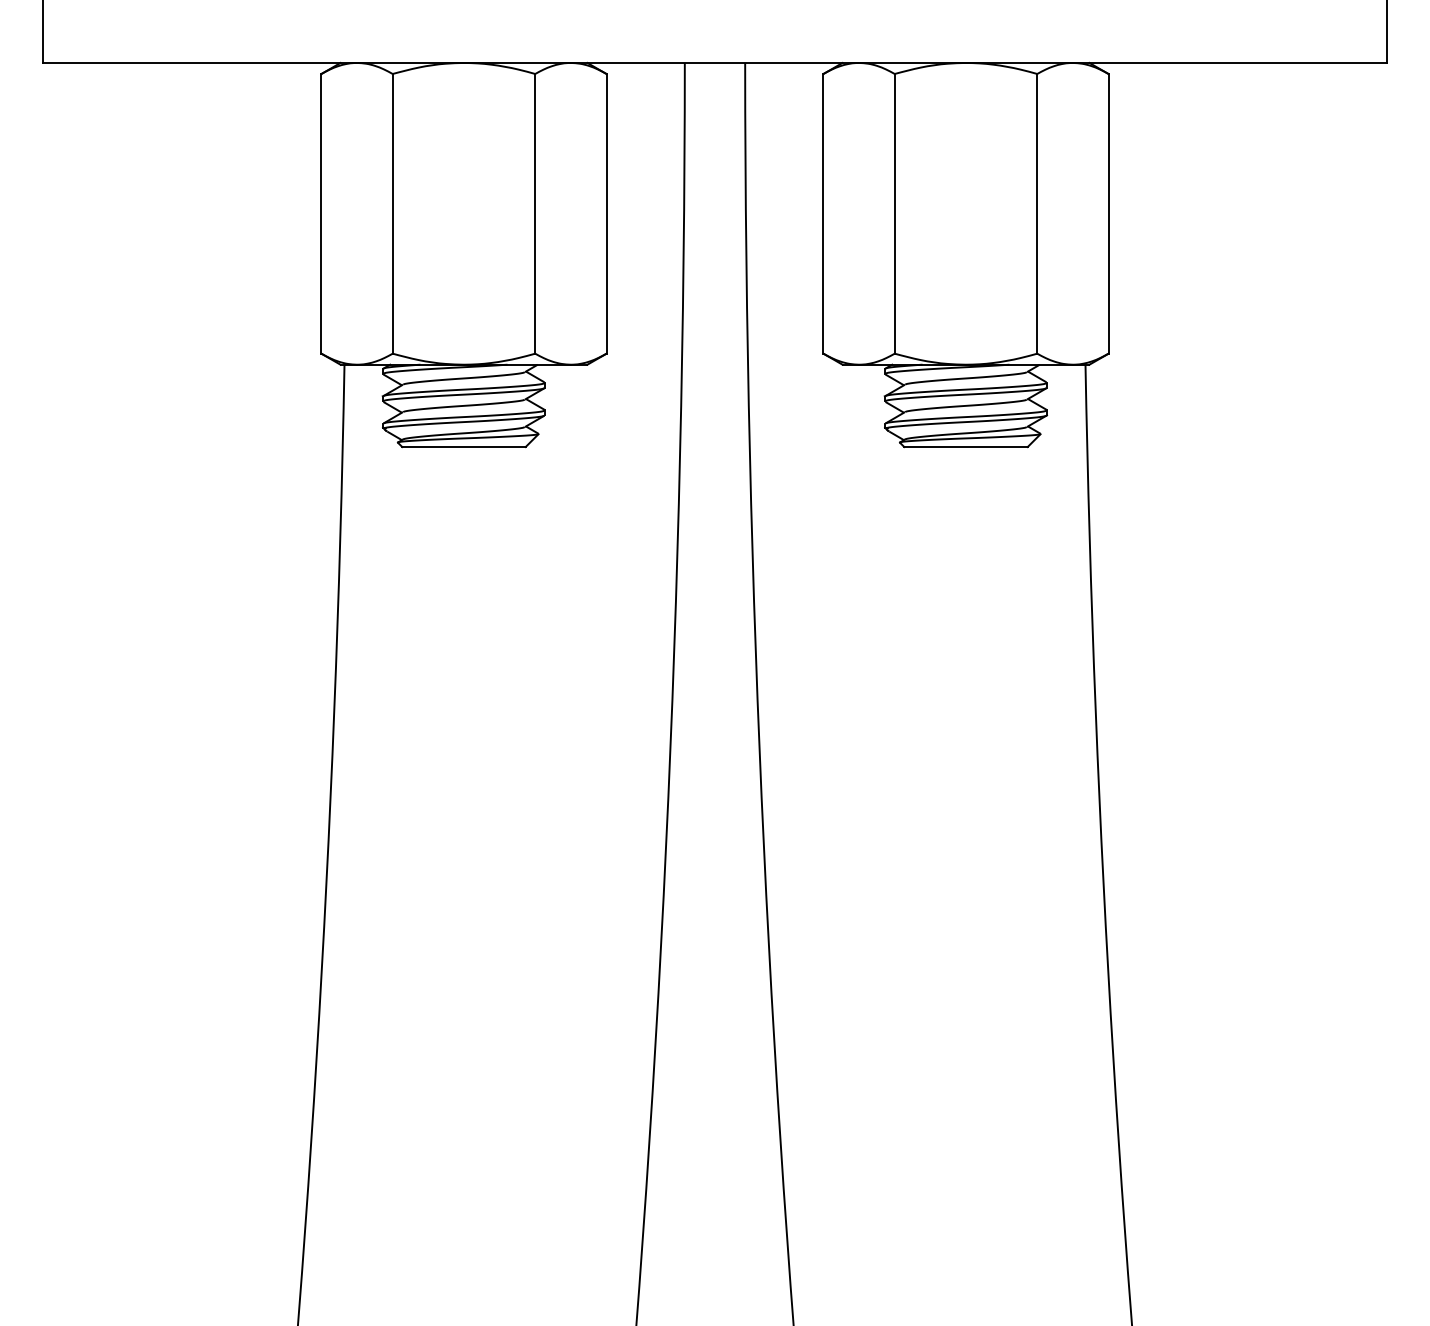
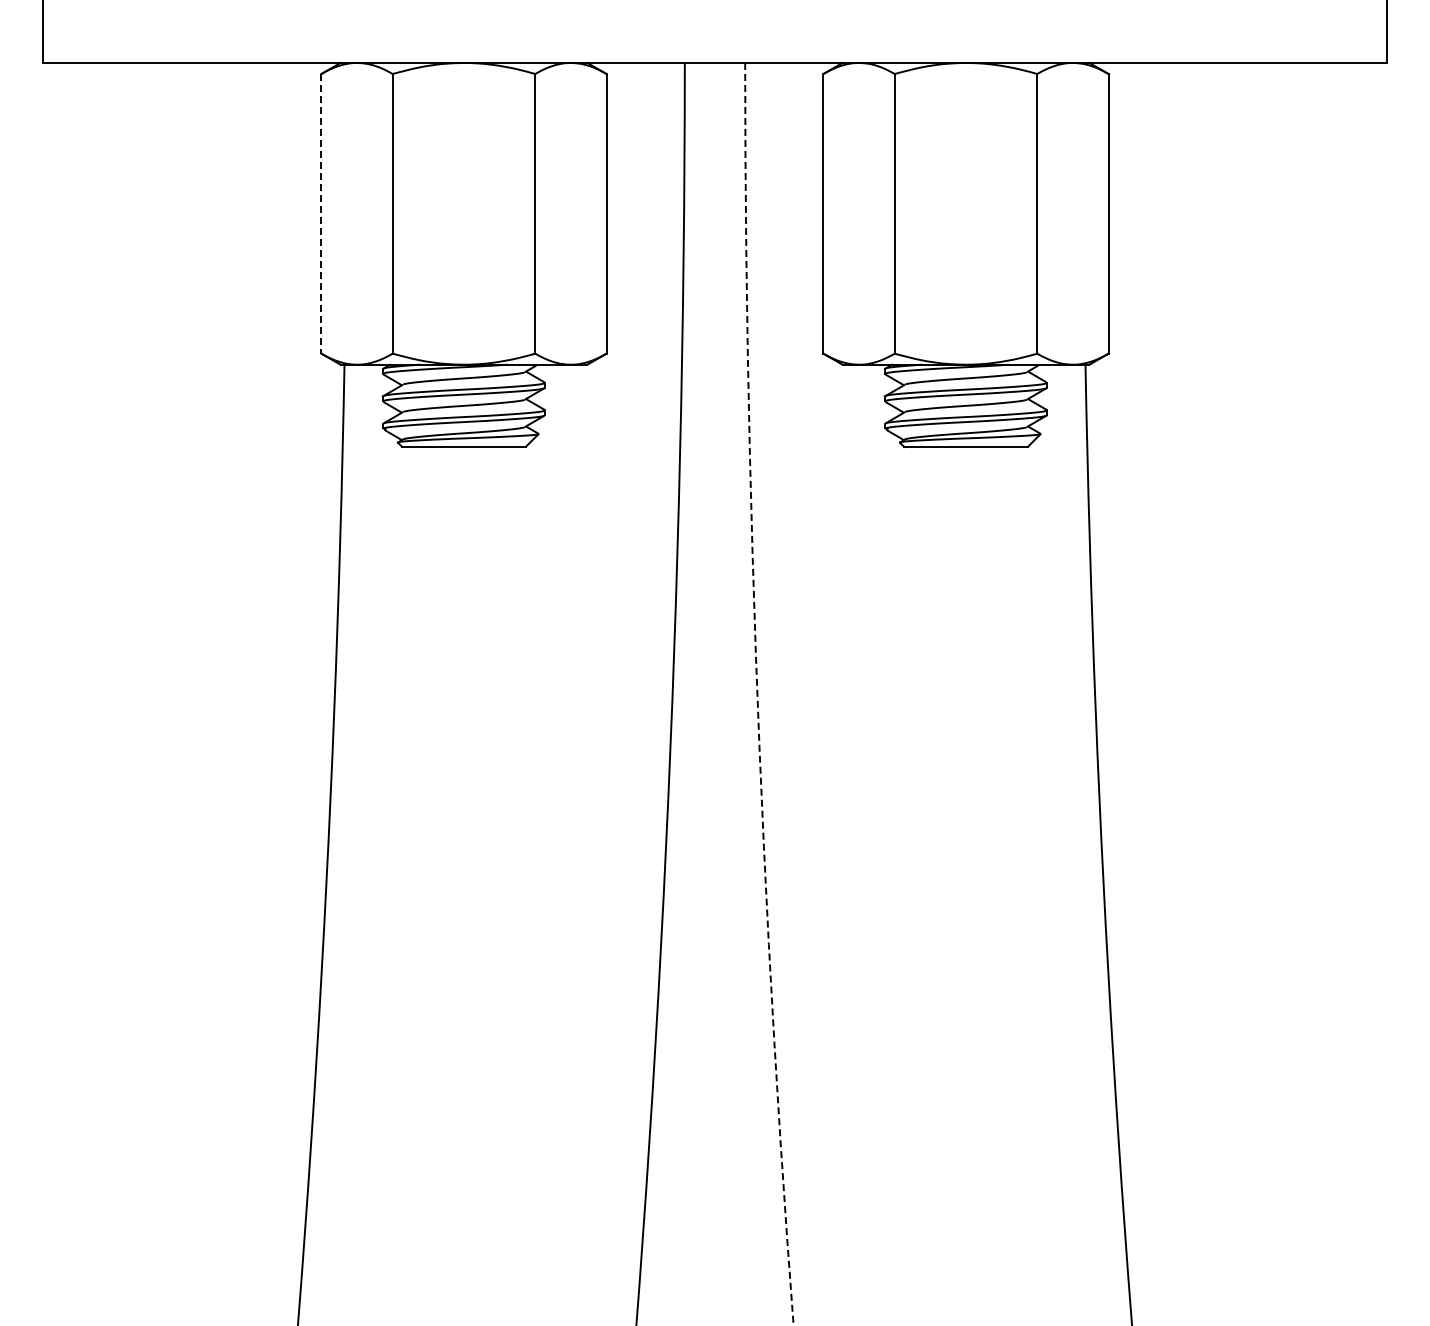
line at (321, 213): solid -> dashed
arc at (757, 692): solid -> dashed
